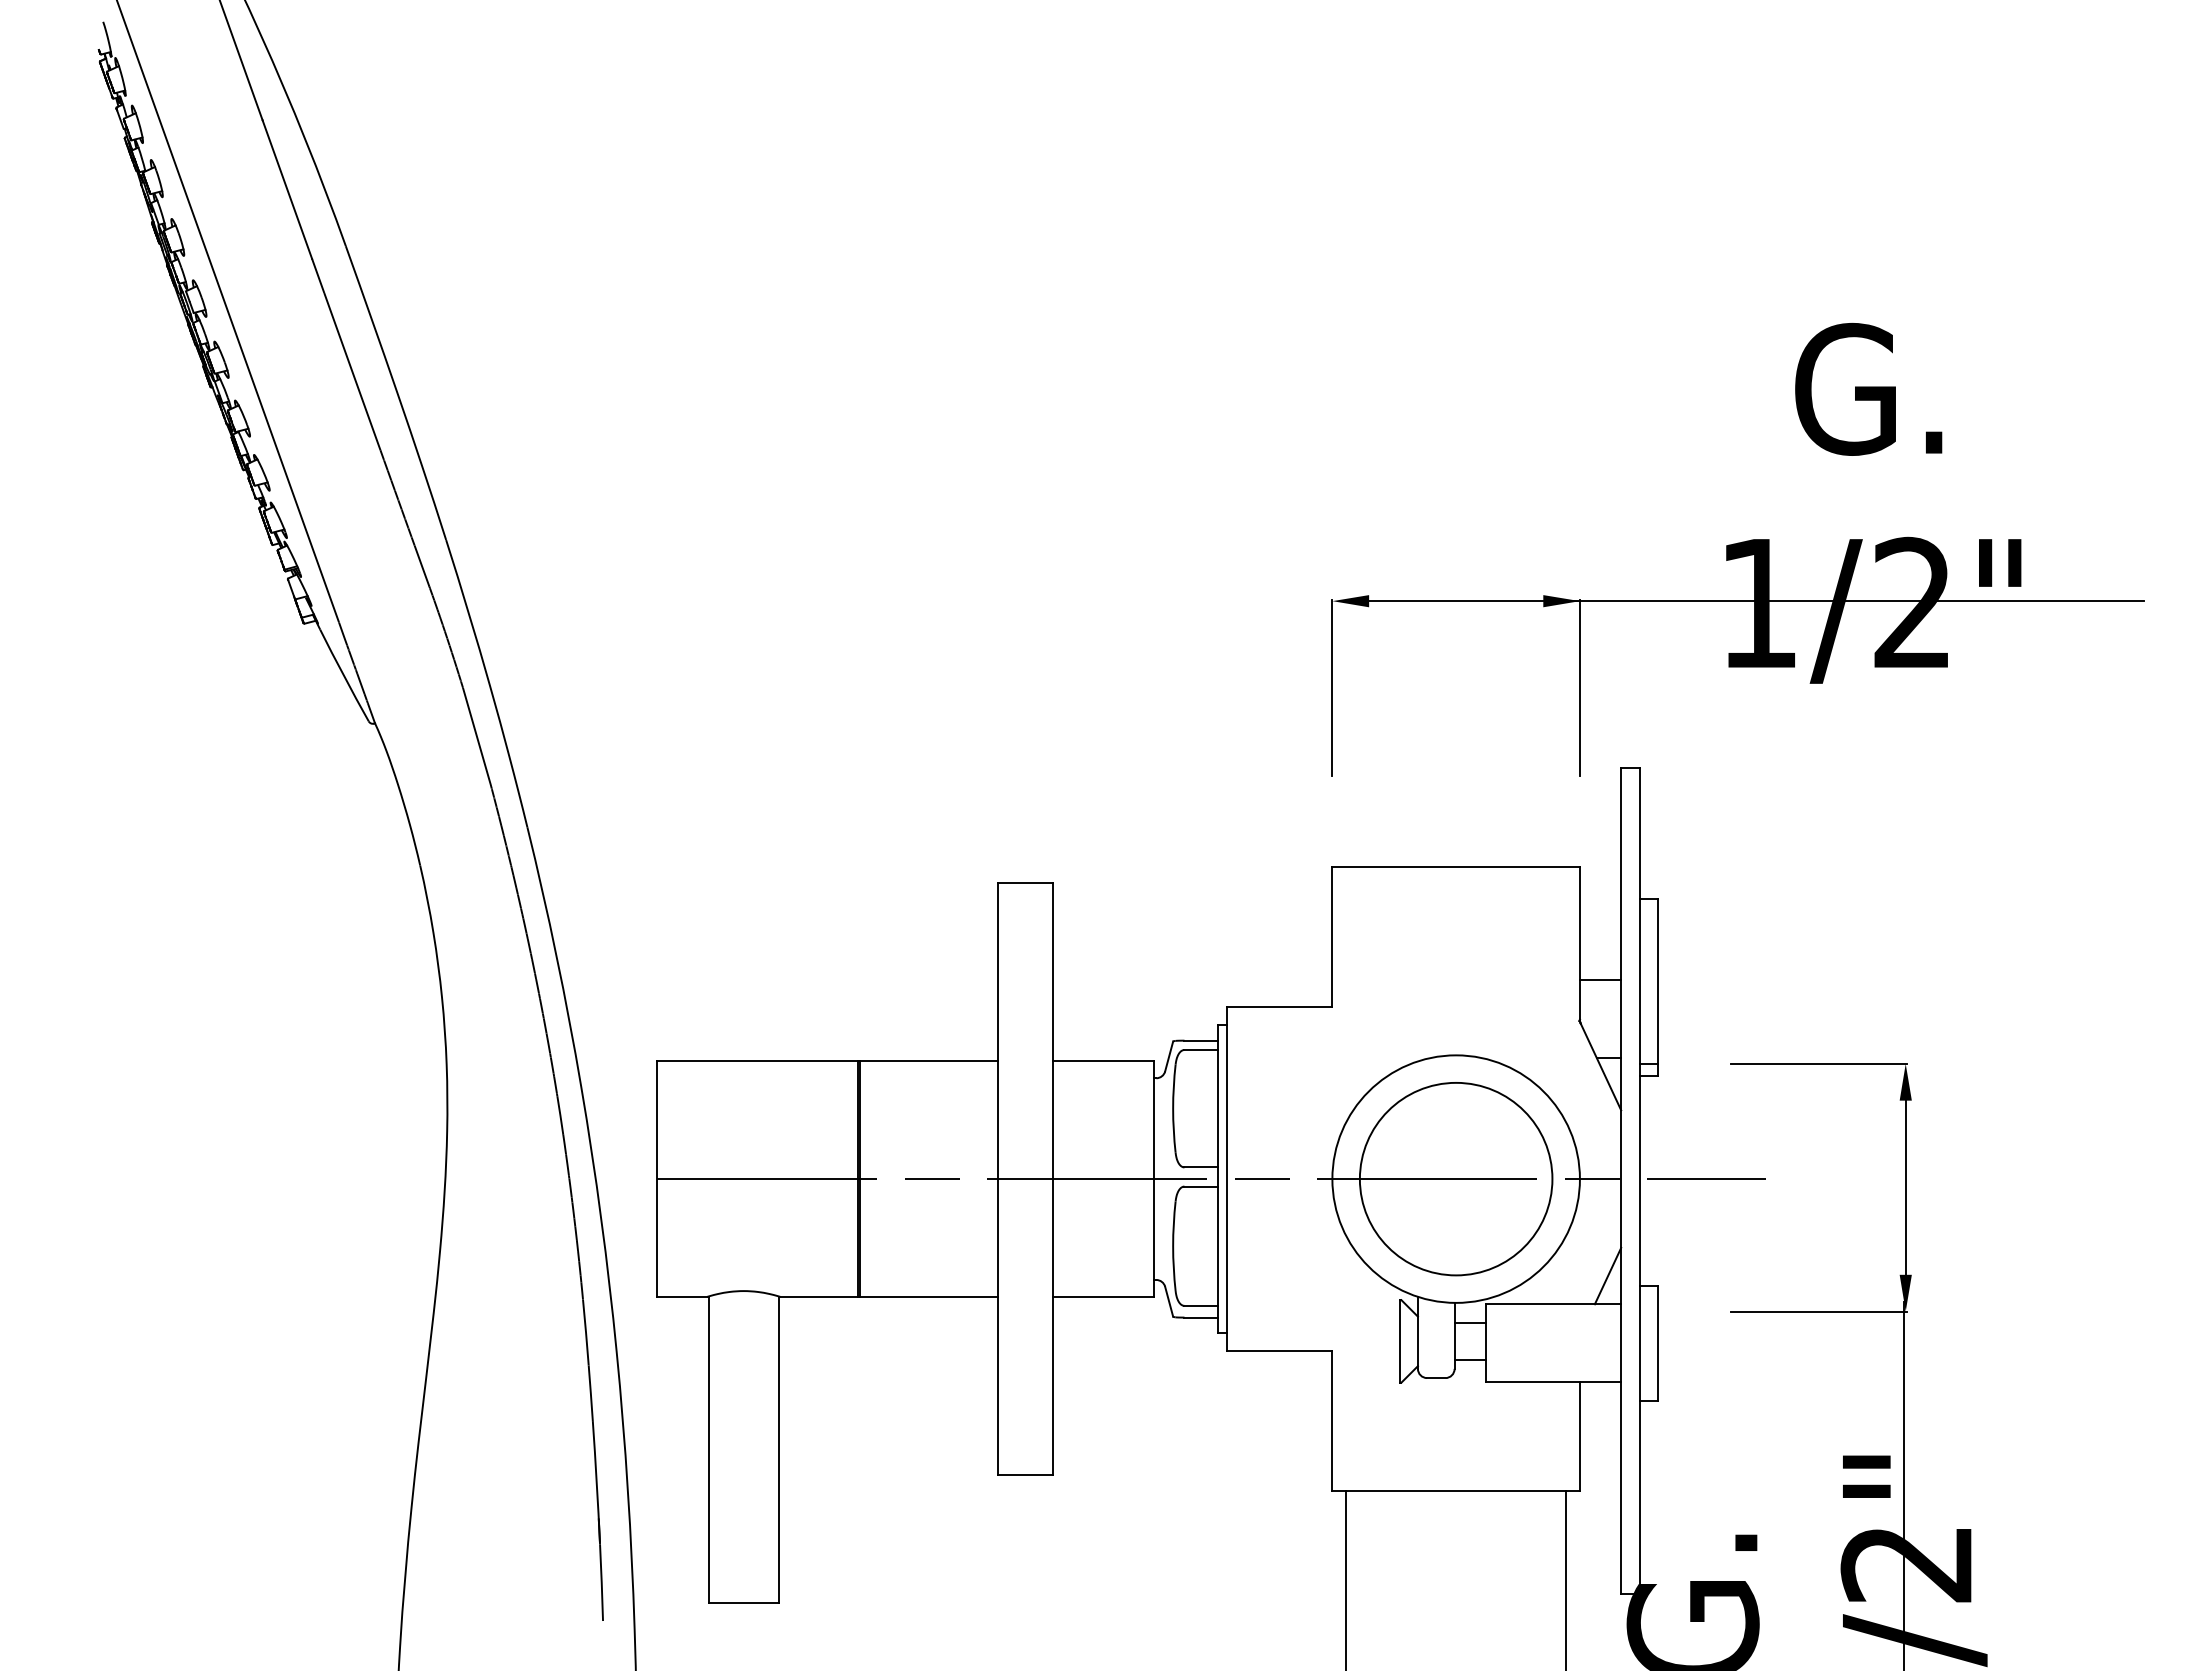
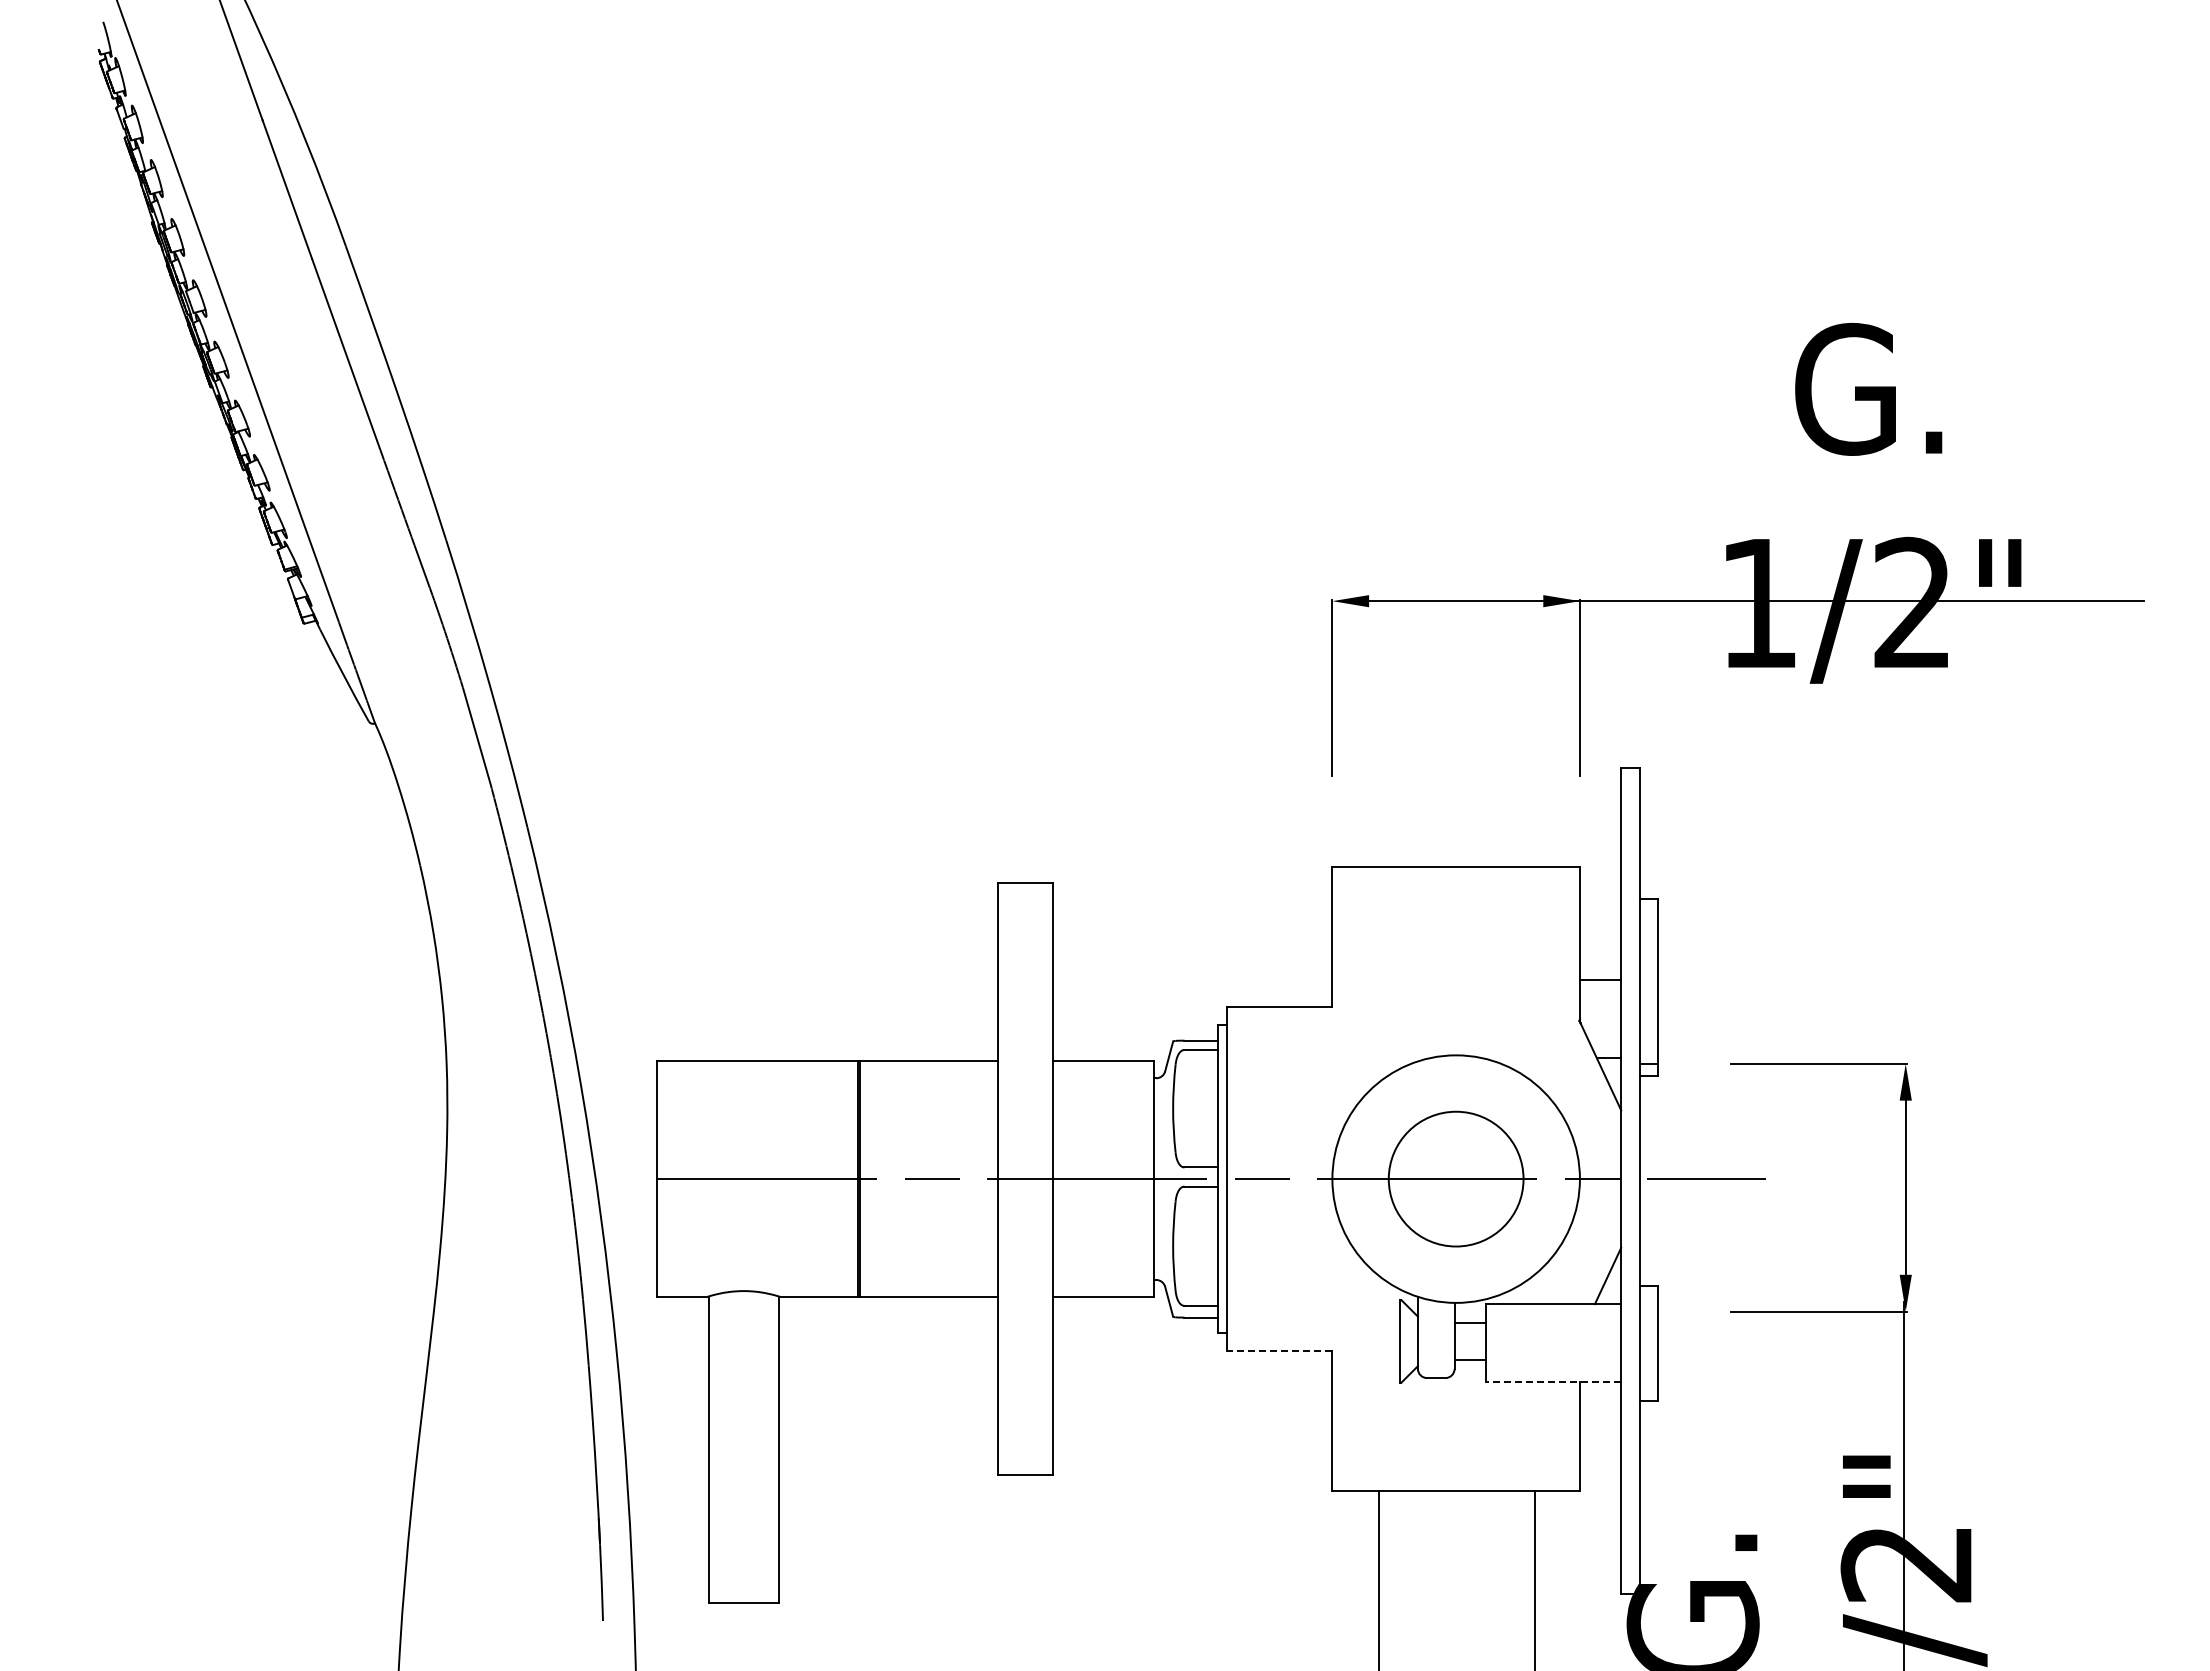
circle at (1455, 1178) diameter: 193 px -> 135 px
line at (1279, 1351): solid -> dashed
line at (1553, 1382): solid -> dashed
line at (1346, 1578) position: (1346, 1578) -> (1379, 1578)
line at (1566, 1578) position: (1566, 1578) -> (1535, 1578)
